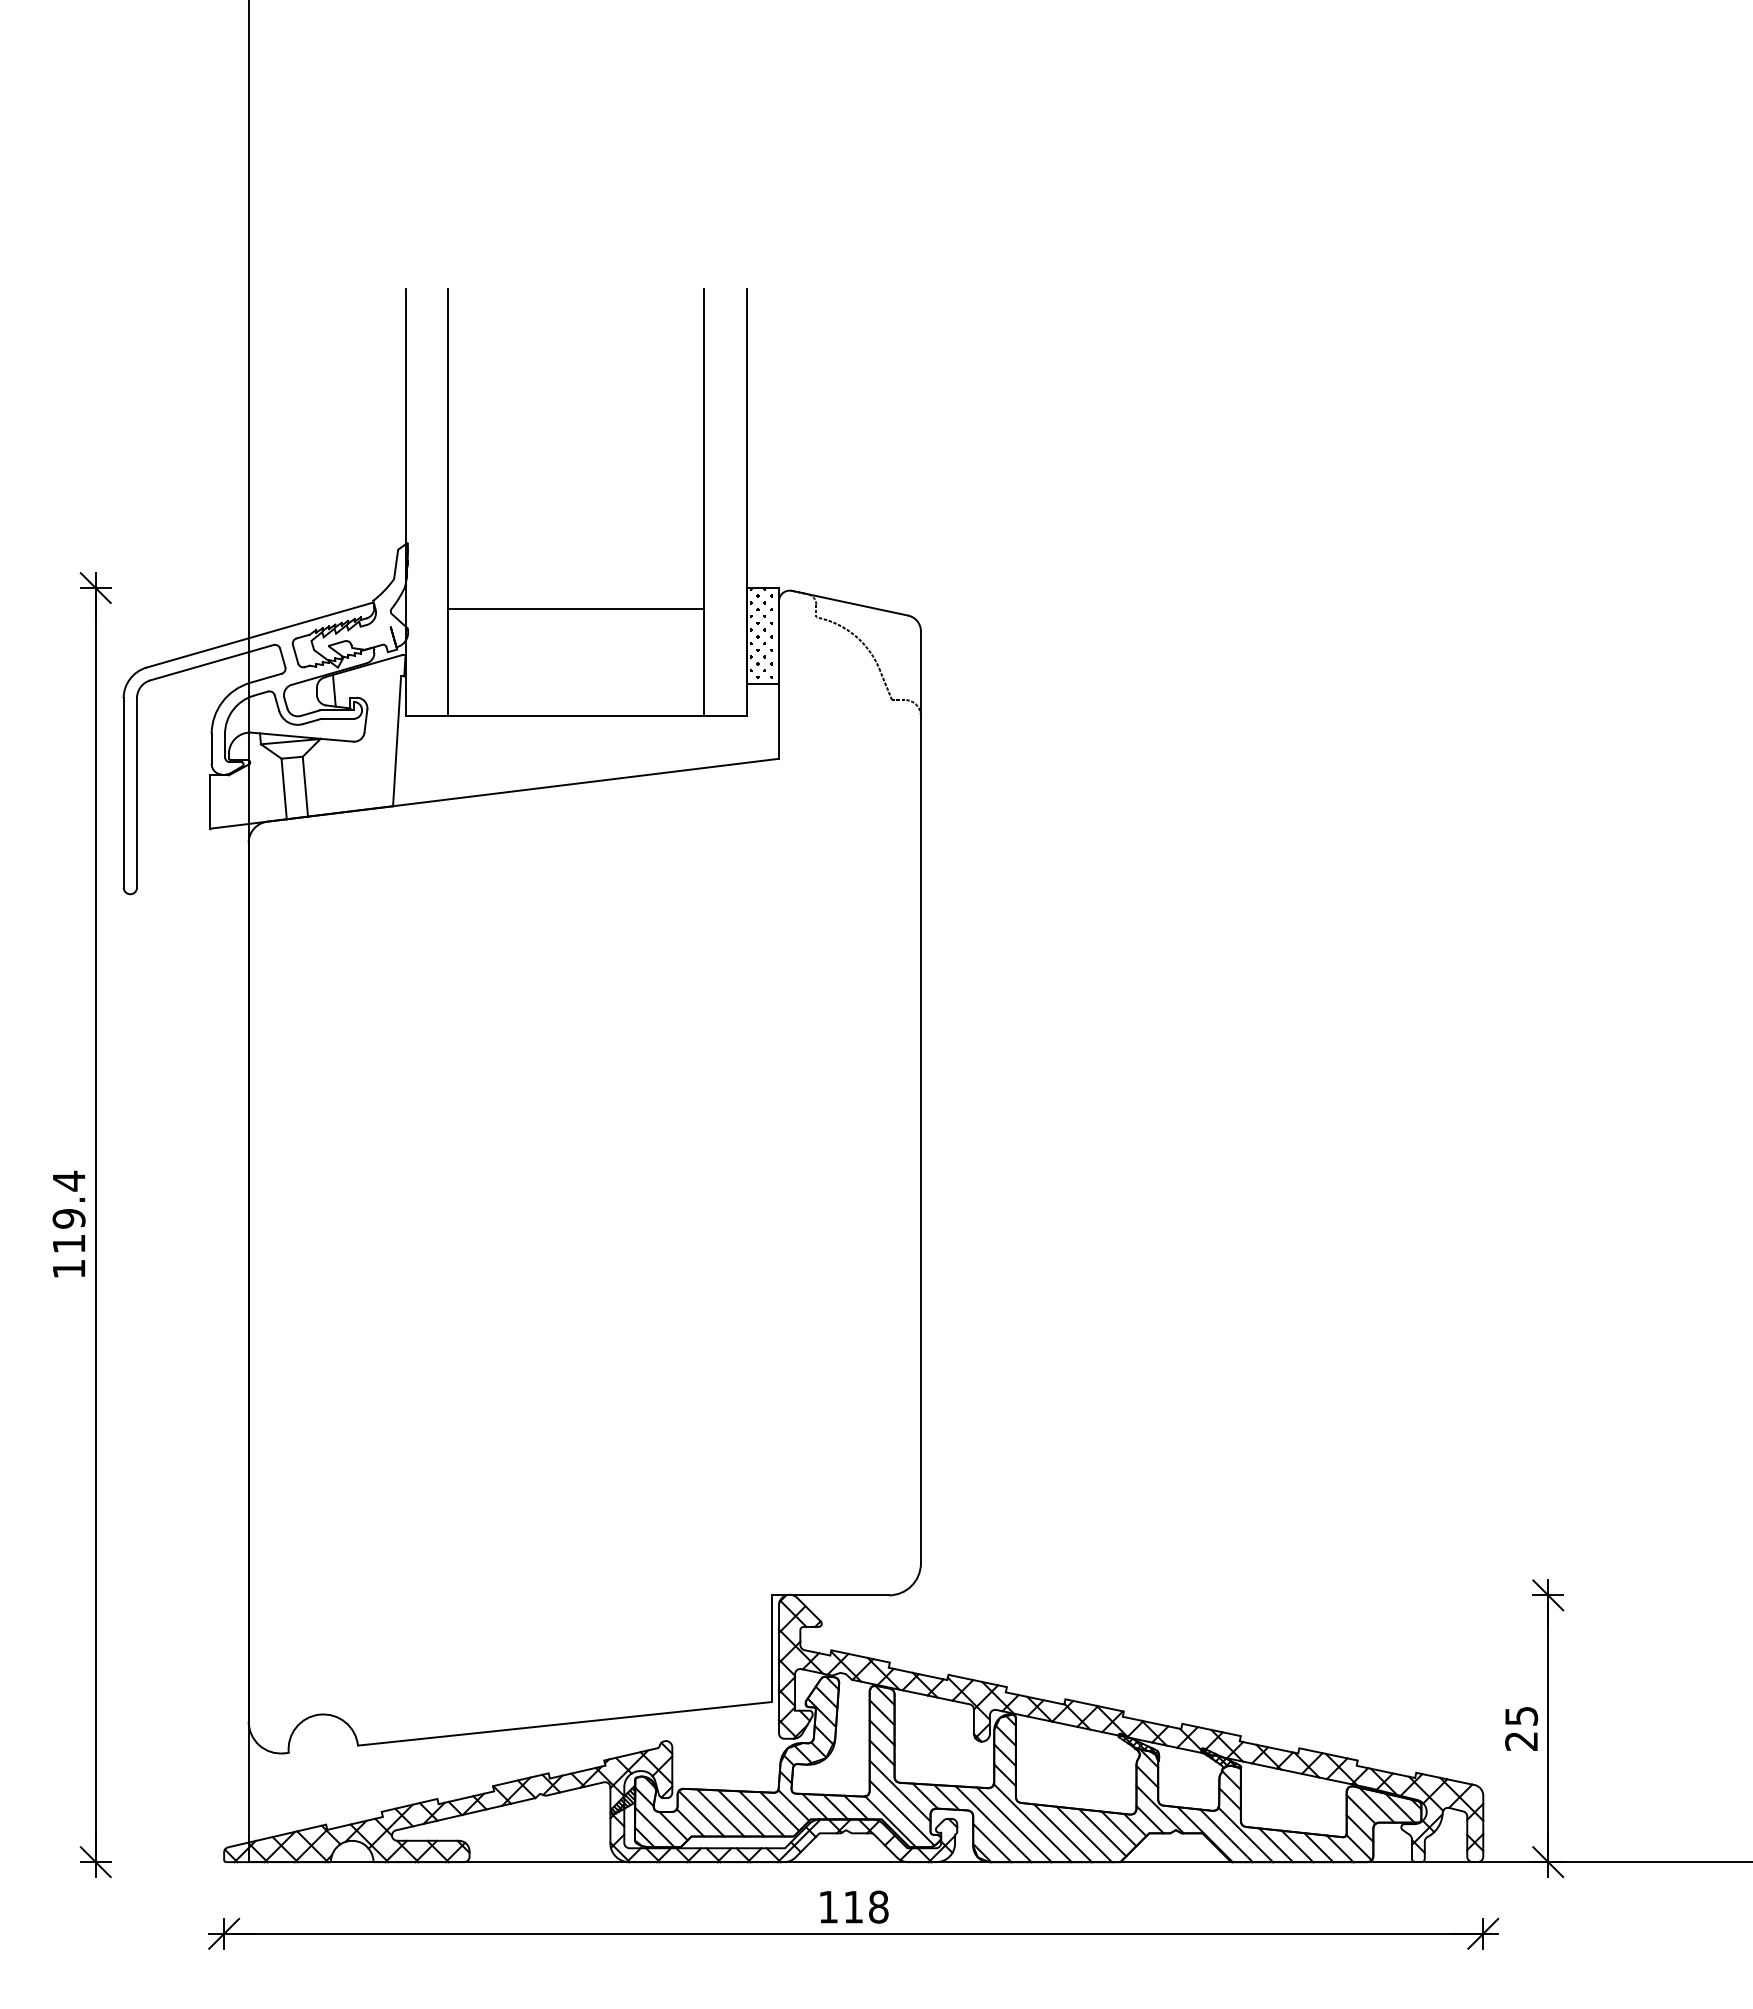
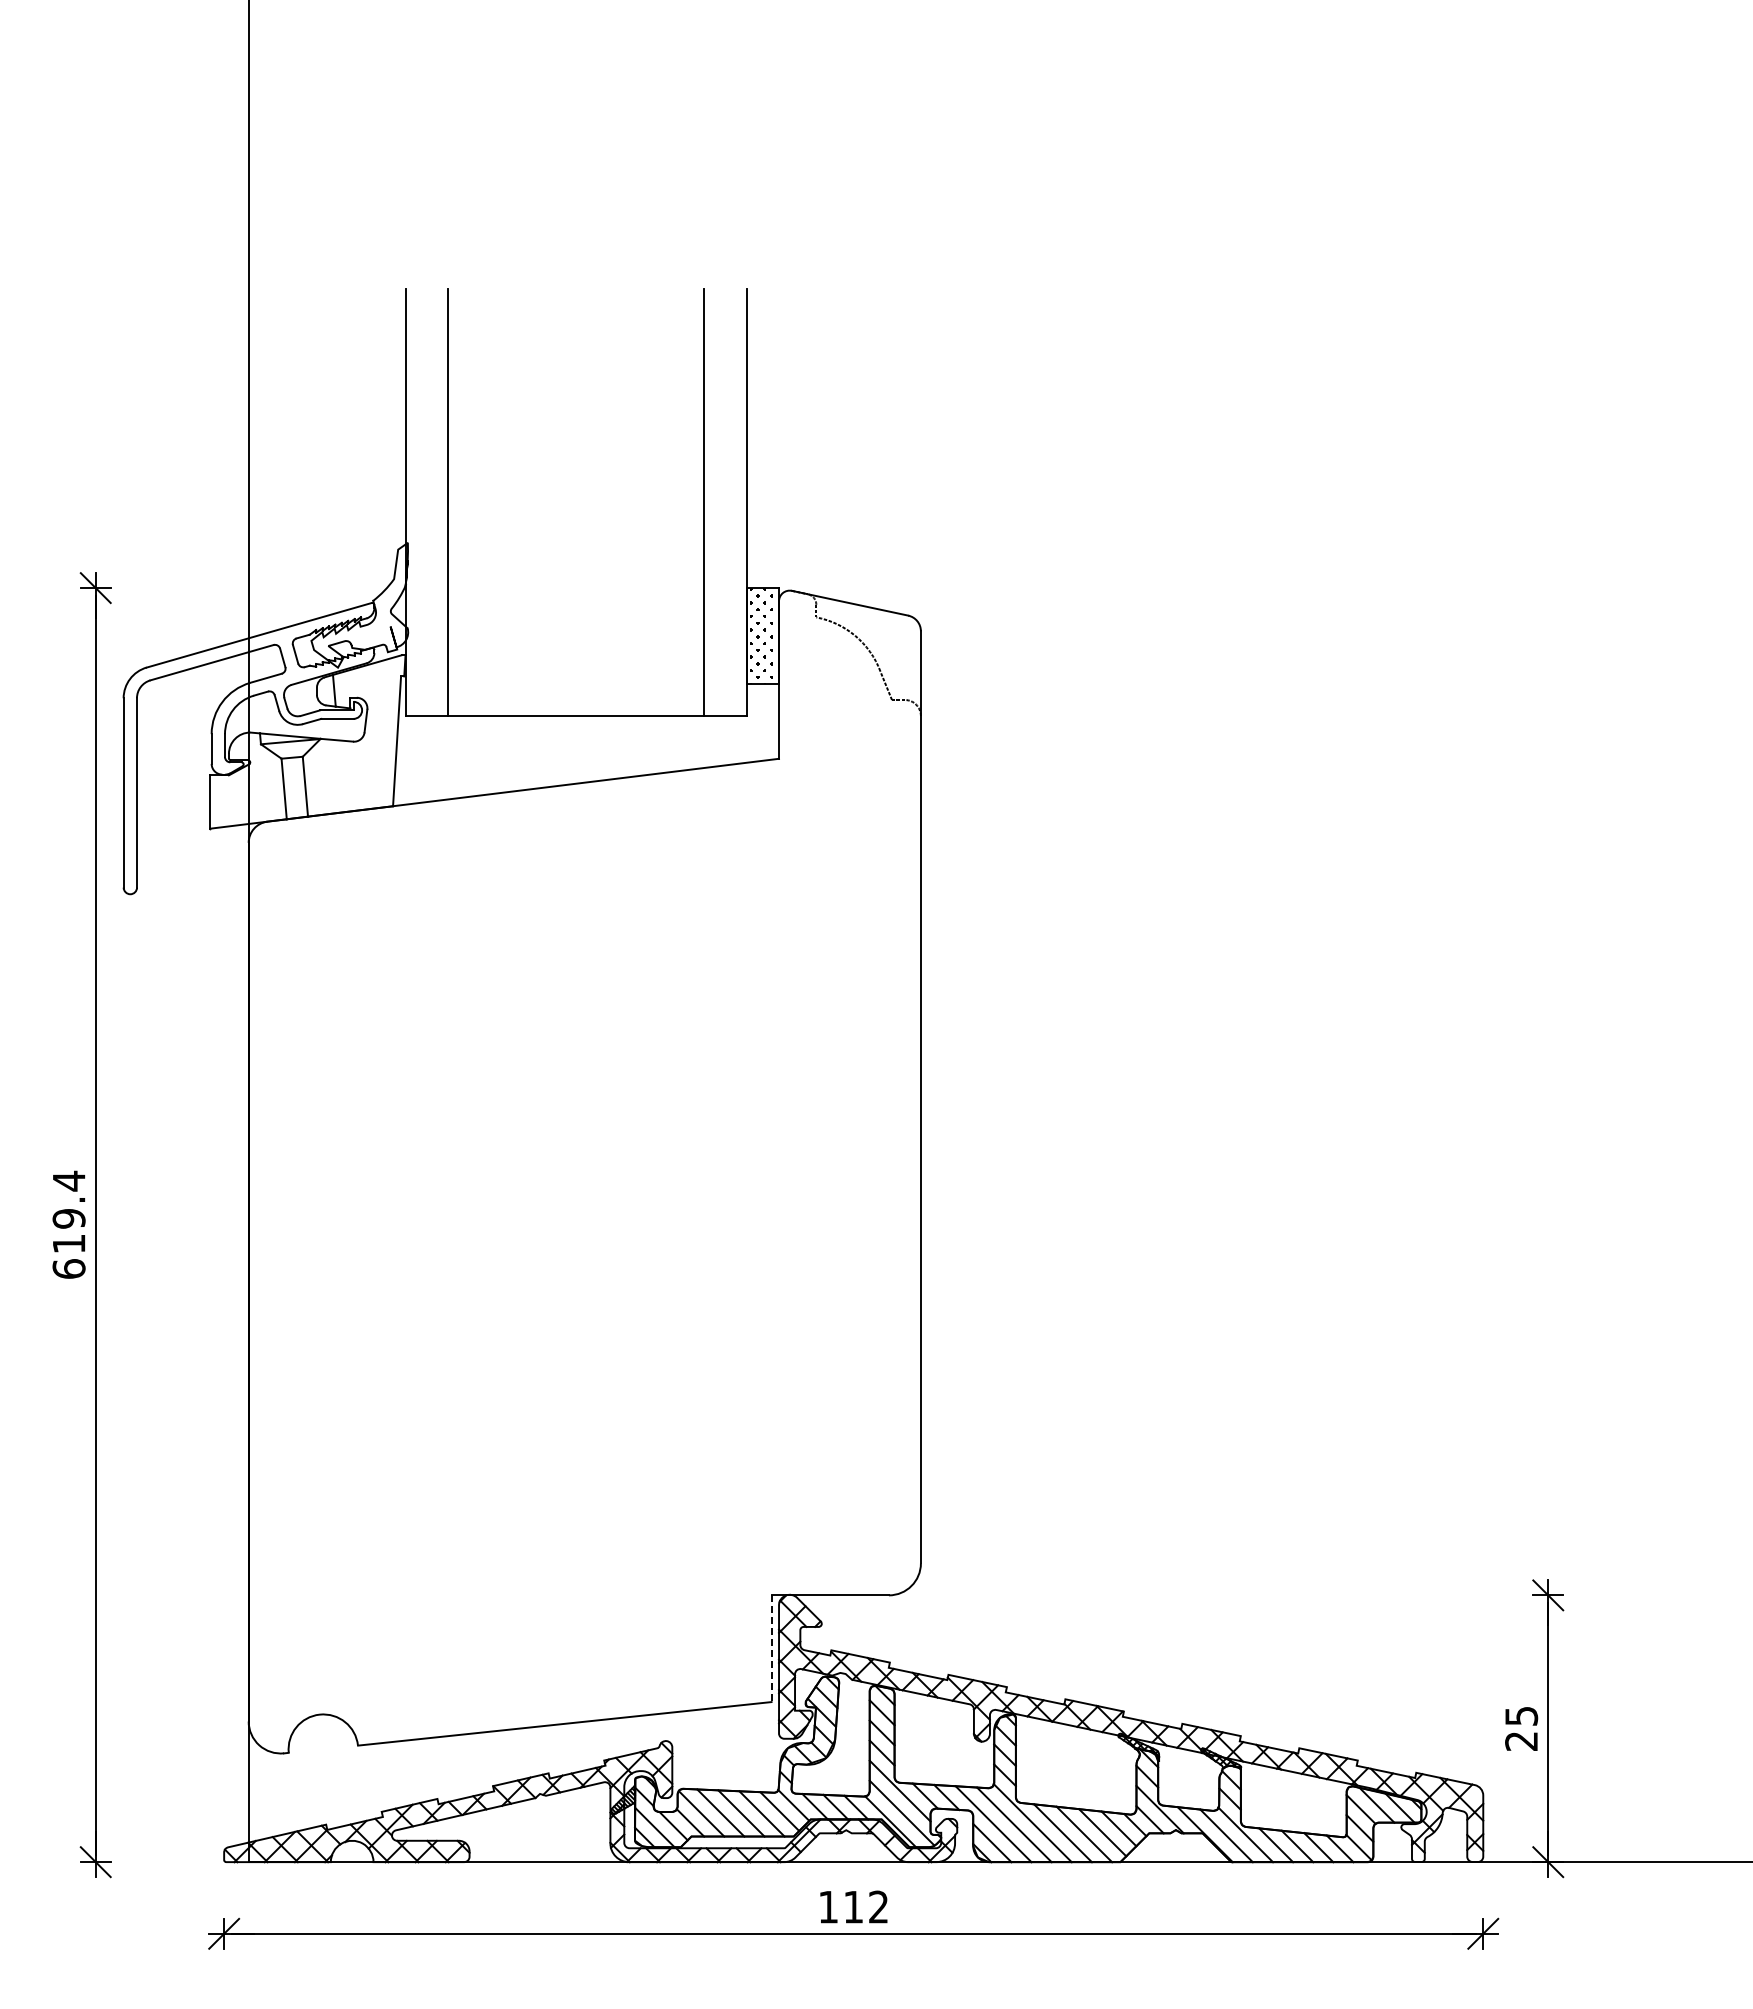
line at (576, 609): present -> none
text at (68, 1268): 119.4 -> 619.4
line at (771, 1649): solid -> dashed
text at (878, 1906): 118 -> 112
